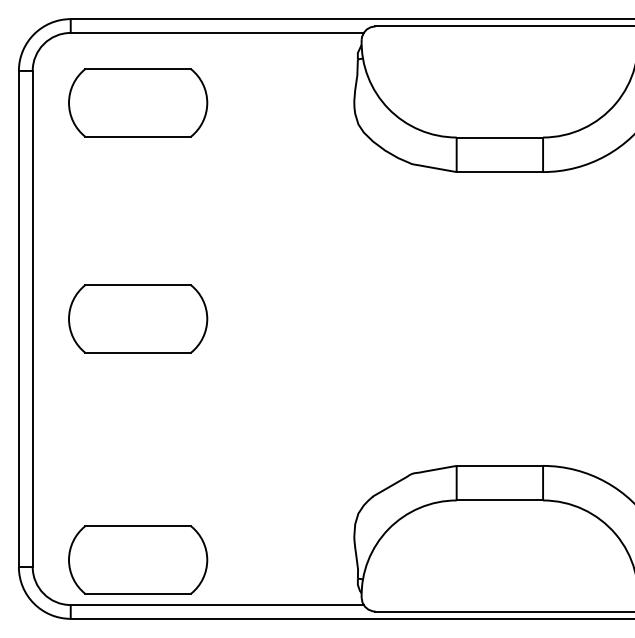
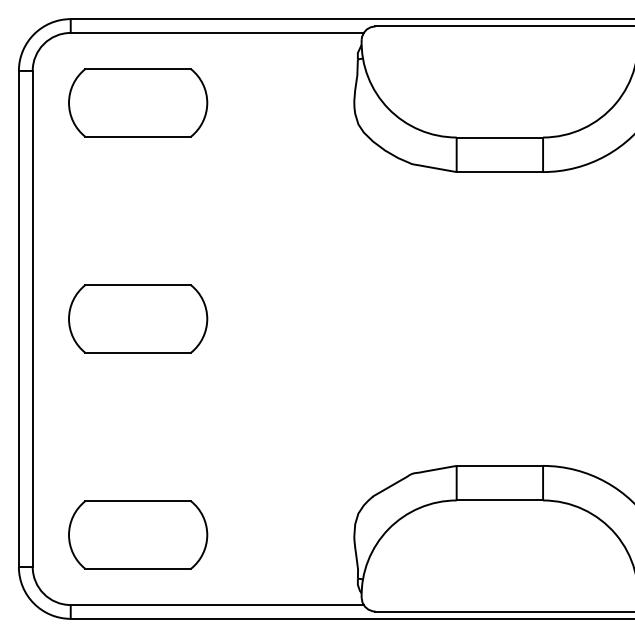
part at (138, 559) position: (138, 559) -> (138, 534)
